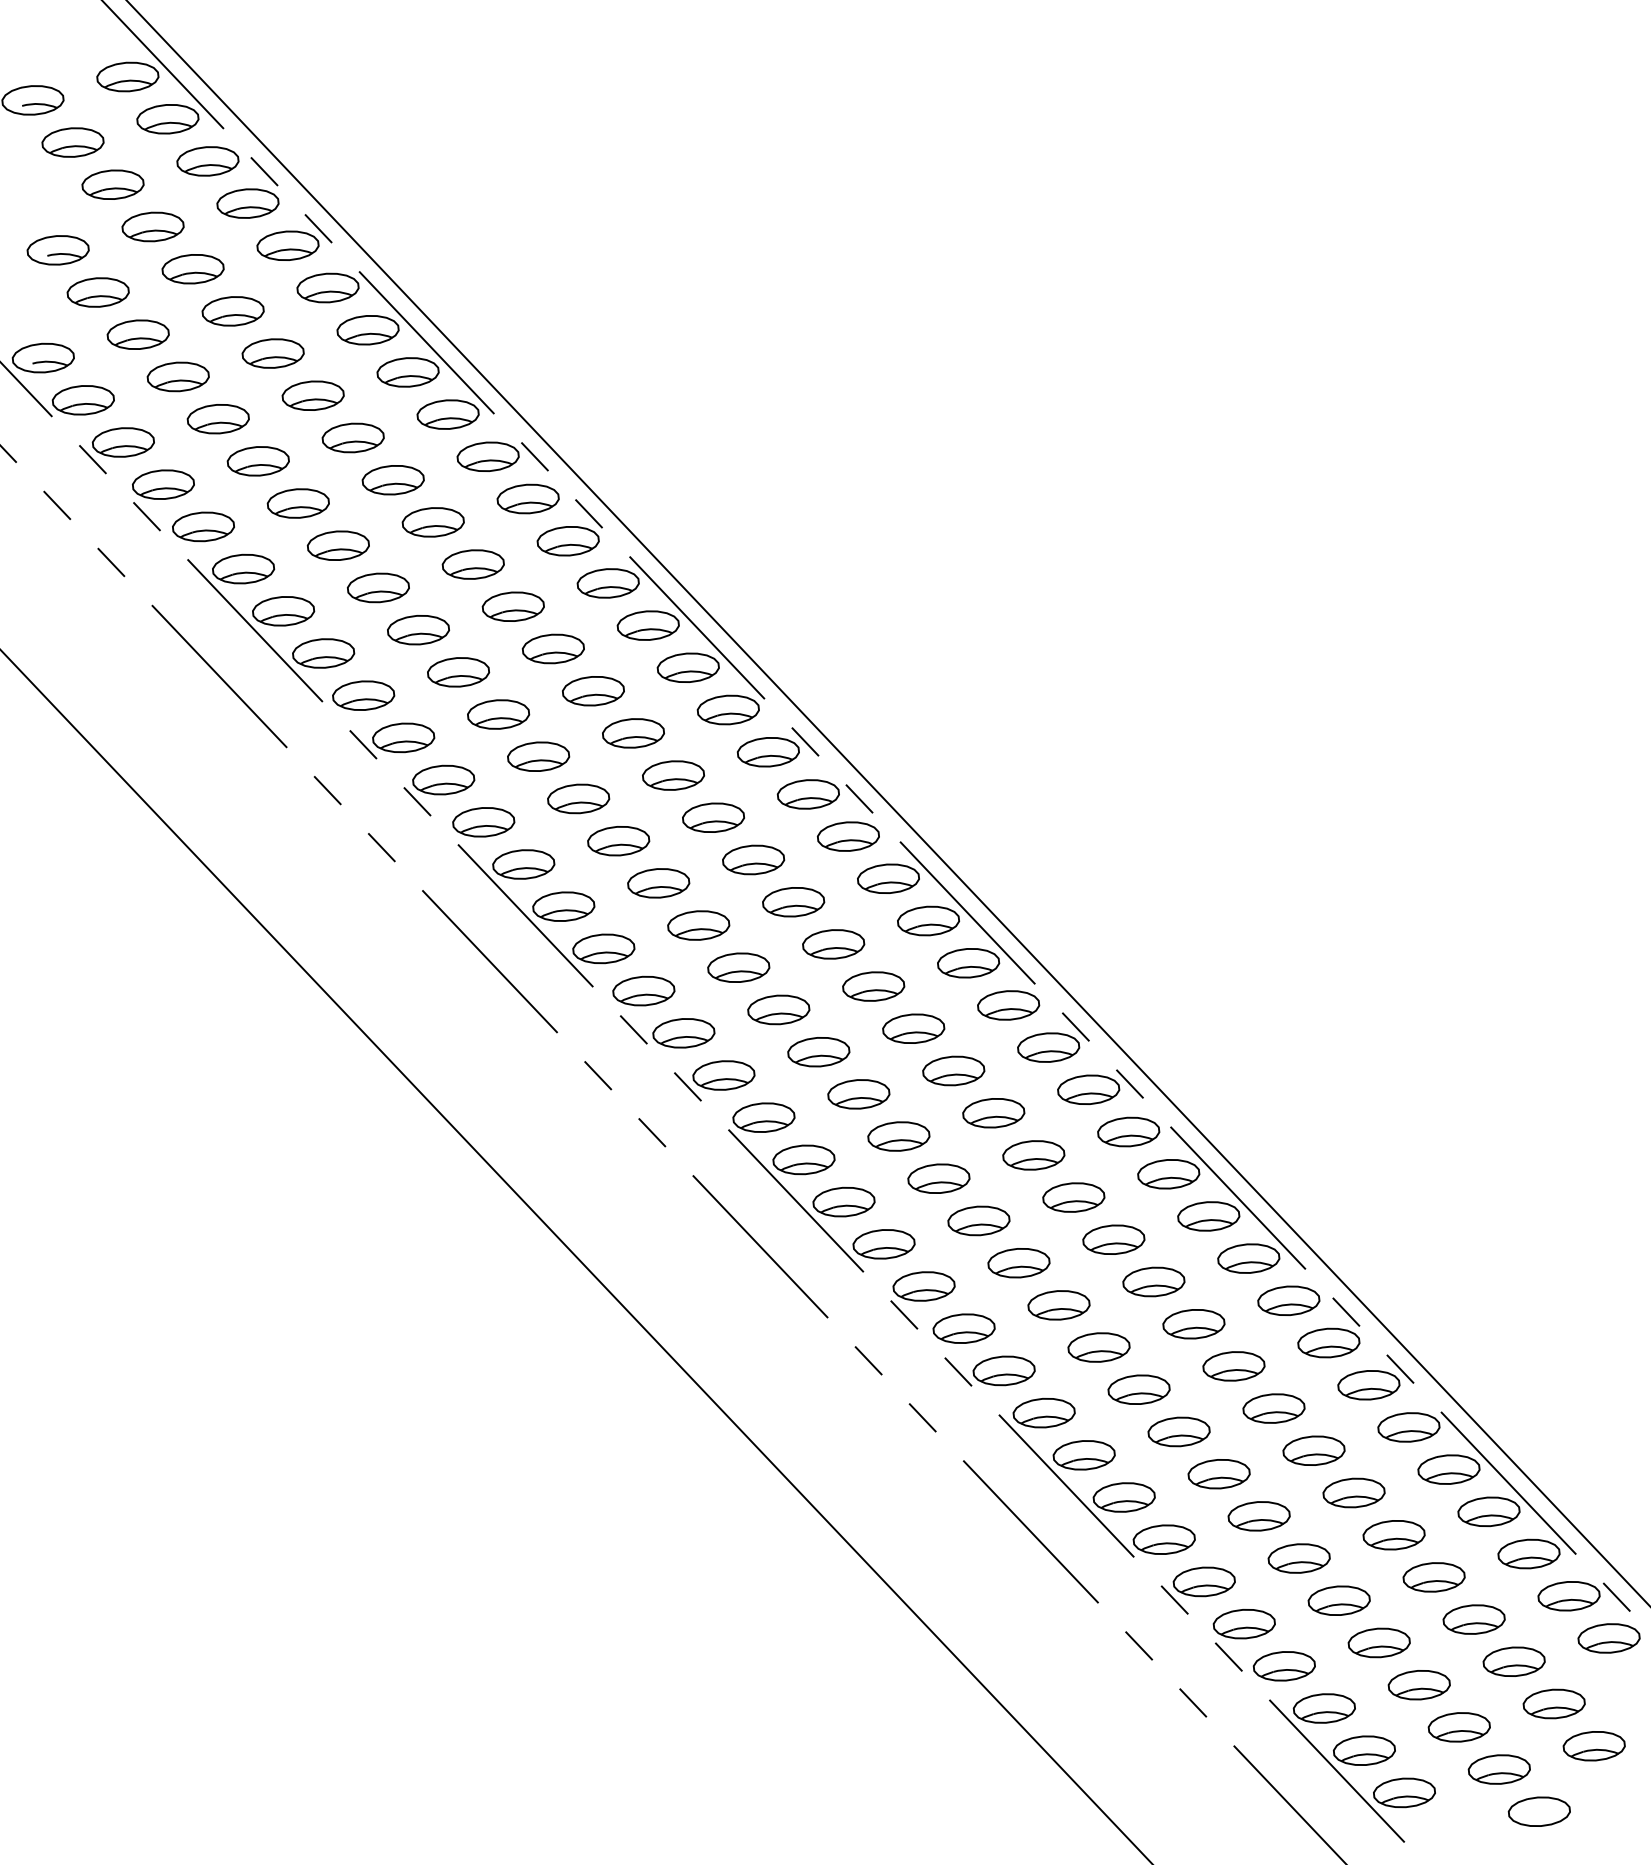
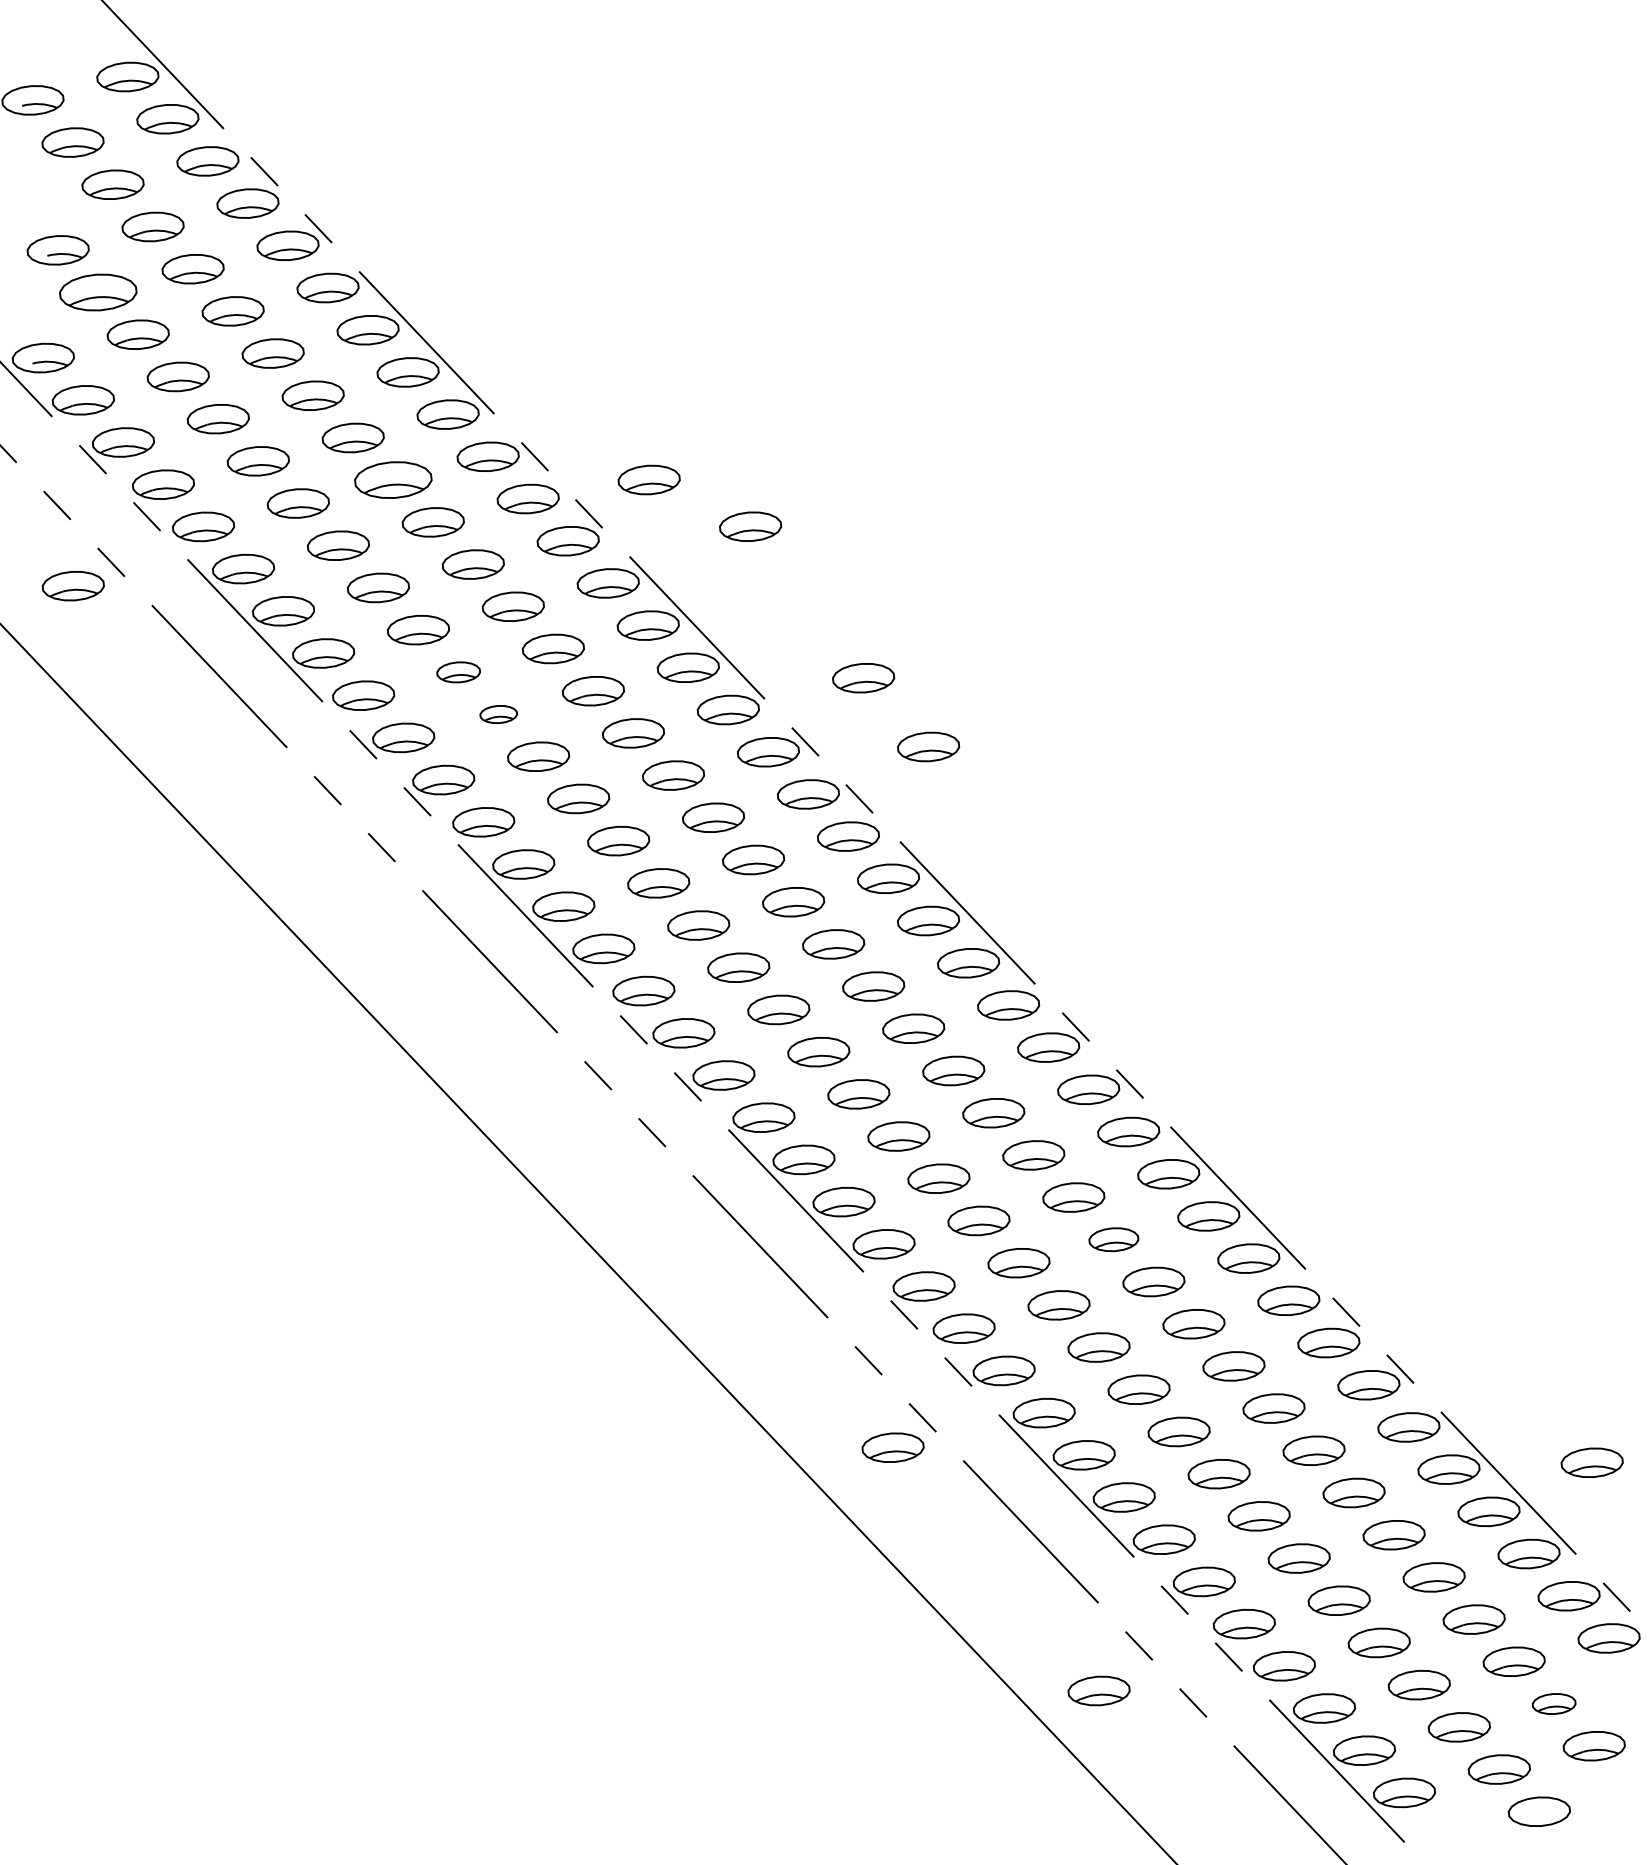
part at (97, 292) size: 64x31 px -> 79x39 px
part at (648, 479): none -> present
part at (392, 480) size: 64x31 px -> 79x38 px
part at (750, 526): none -> present
part at (72, 586): none -> present
part at (458, 672) size: 64x31 px -> 45x23 px
part at (863, 678): none -> present
part at (498, 714) size: 64x31 px -> 39x19 px
part at (928, 746): none -> present
line at (887, 802): present -> none
part at (1113, 1239) size: 64x31 px -> 52x26 px
line at (575, 1256) position: (575, 1256) -> (588, 1243)
part at (892, 1447): none -> present
part at (1591, 1462): none -> present
part at (1098, 1690): none -> present
part at (1553, 1703) size: 64x32 px -> 46x22 px
